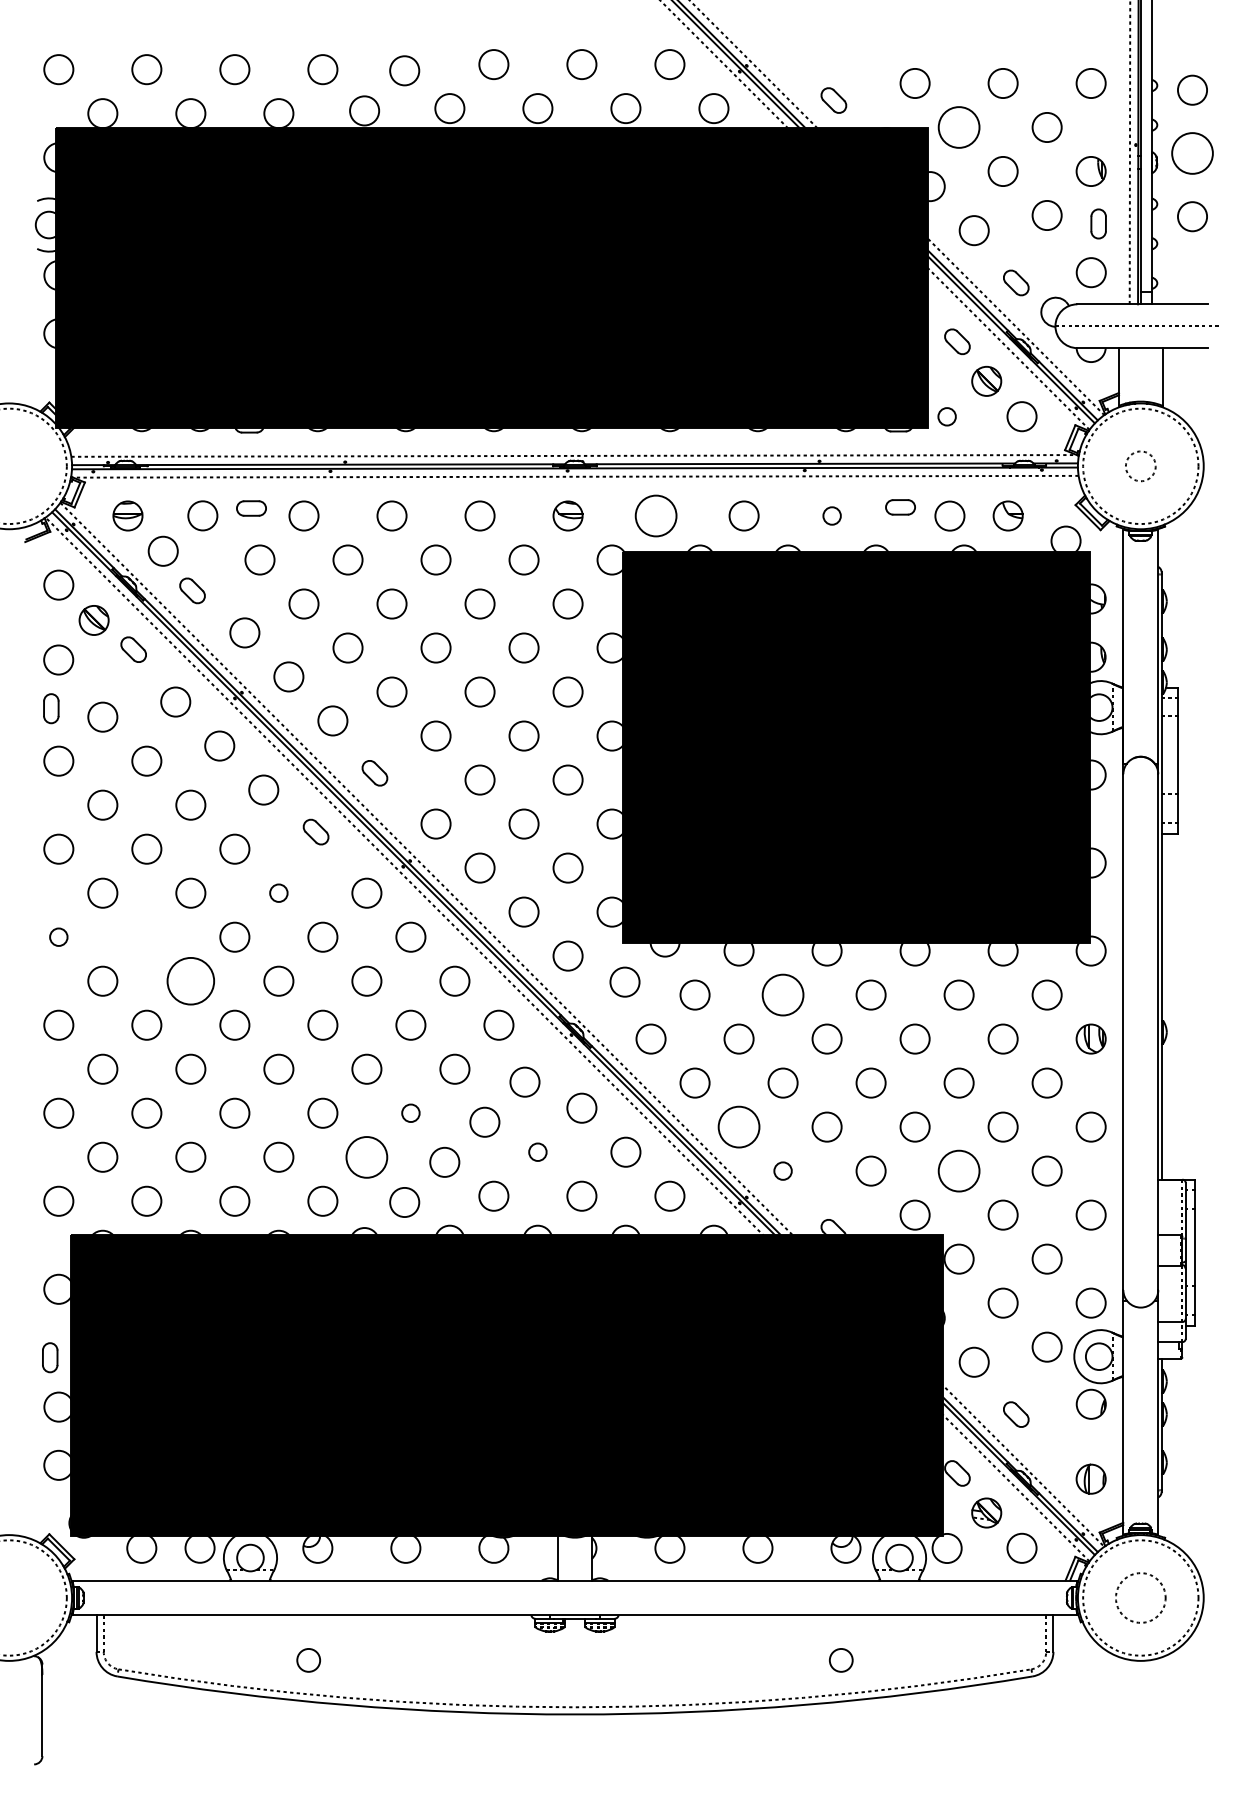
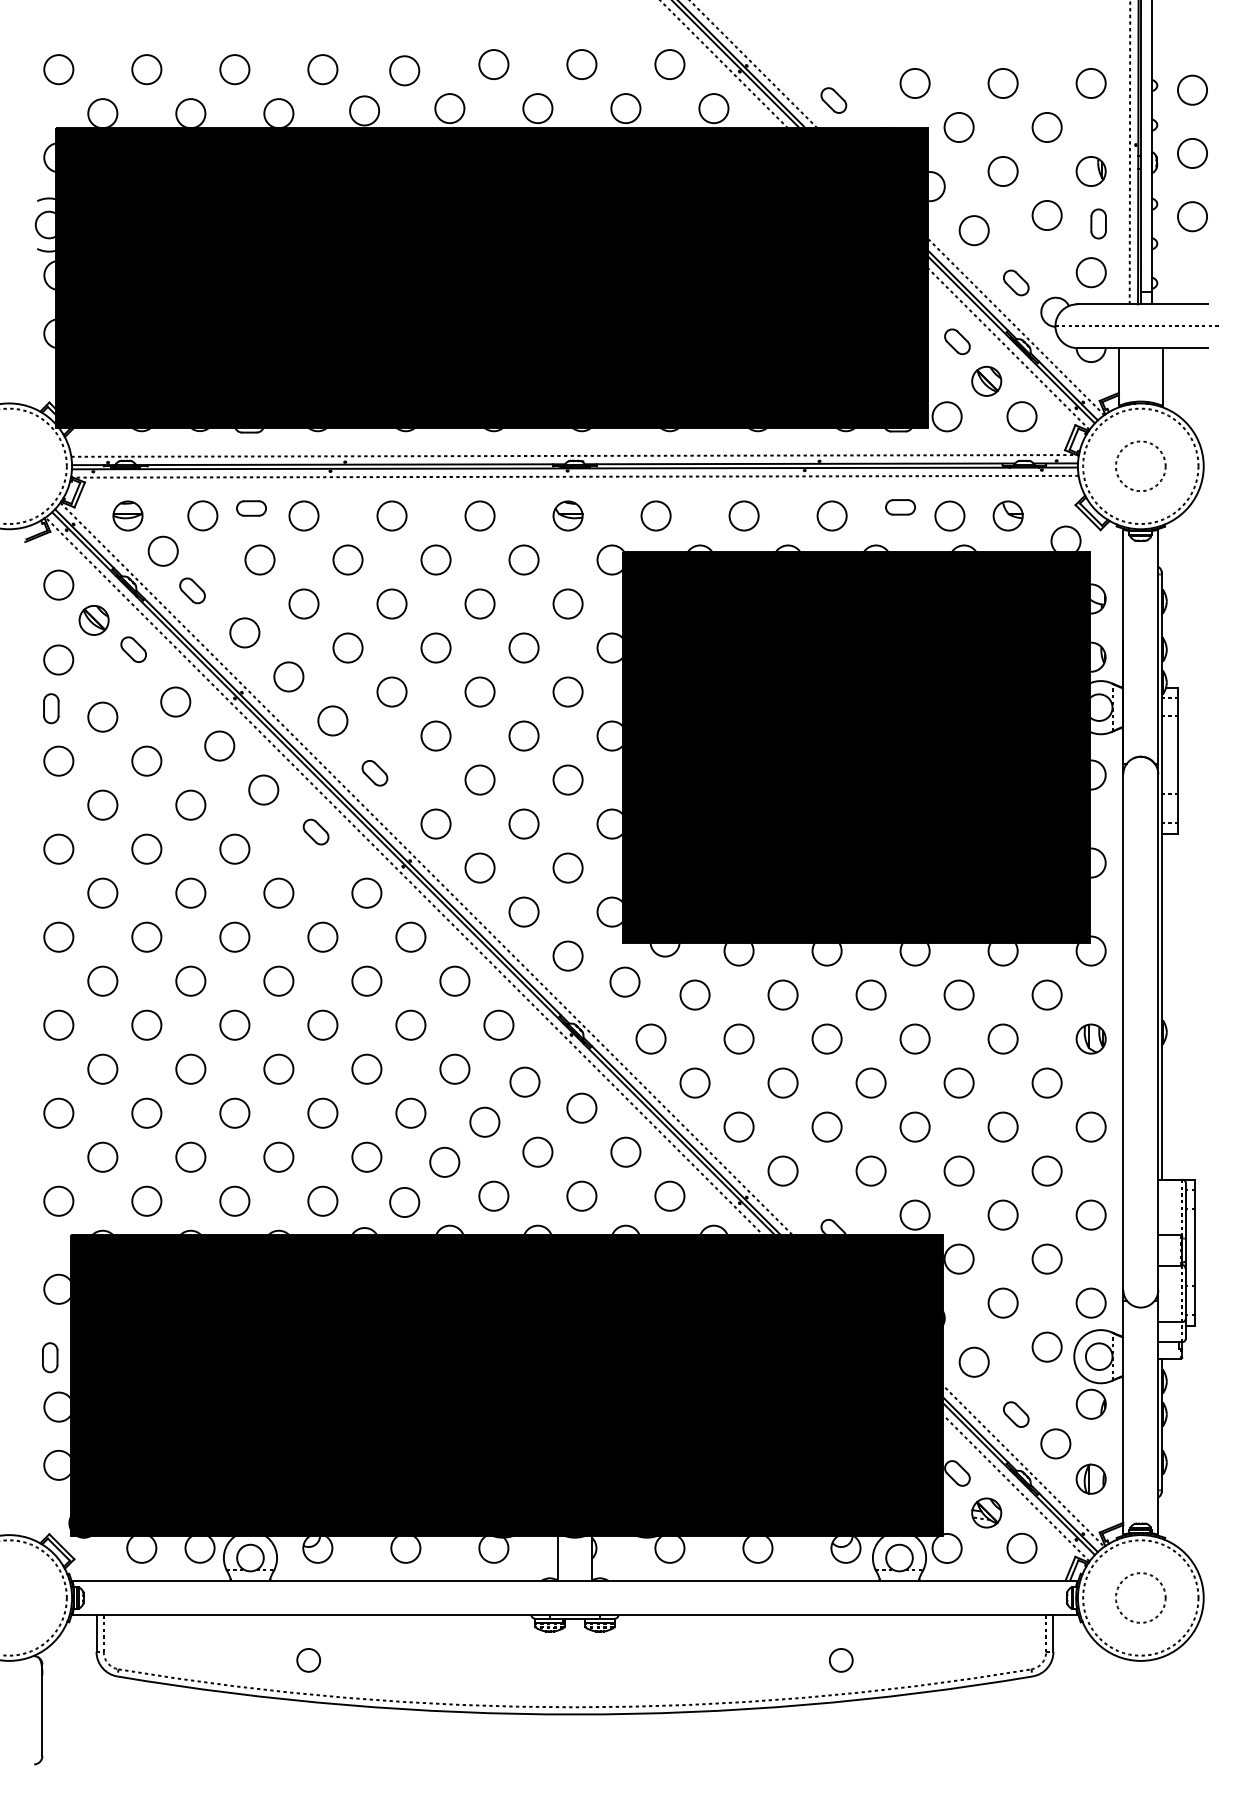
circle at (958, 127) diameter: 41 px -> 29 px
circle at (1192, 153) diameter: 41 px -> 29 px
circle at (946, 416) diameter: 17 px -> 29 px
circle at (1140, 466) diameter: 30 px -> 50 px
circle at (655, 515) size: 44x44 px -> 32x32 px
circle at (831, 515) diameter: 17 px -> 29 px
circle at (278, 892) diameter: 17 px -> 29 px
circle at (58, 936) diameter: 17 px -> 29 px
circle at (146, 936): none -> present
circle at (190, 980) diameter: 47 px -> 29 px
circle at (782, 994) diameter: 41 px -> 29 px
circle at (410, 1113) diameter: 17 px -> 29 px
circle at (738, 1126) diameter: 41 px -> 29 px
circle at (537, 1151) diameter: 17 px -> 29 px
circle at (366, 1157) size: 44x43 px -> 32x32 px
circle at (782, 1170) diameter: 17 px -> 29 px
circle at (958, 1170) diameter: 41 px -> 29 px
circle at (1055, 1443): none -> present
